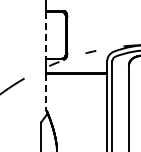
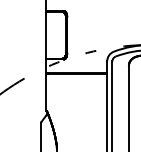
line at (46, 35): dashed -> solid
line at (46, 93): dashed -> solid
